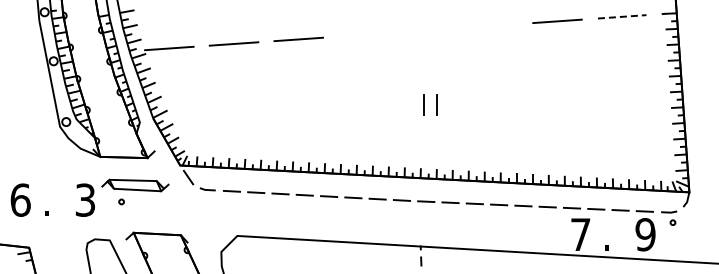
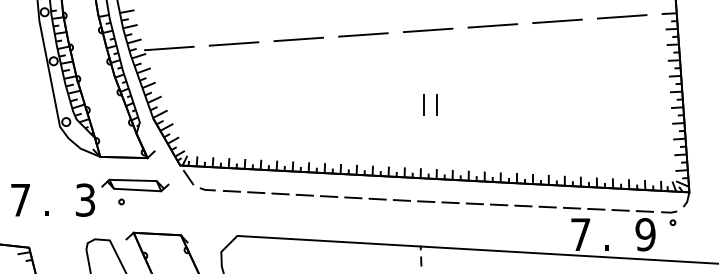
line at (622, 16): dashed -> solid
line at (492, 25): none -> present
line at (428, 29): none -> present
line at (363, 34): none -> present
text at (20, 199): 6 -> 7
